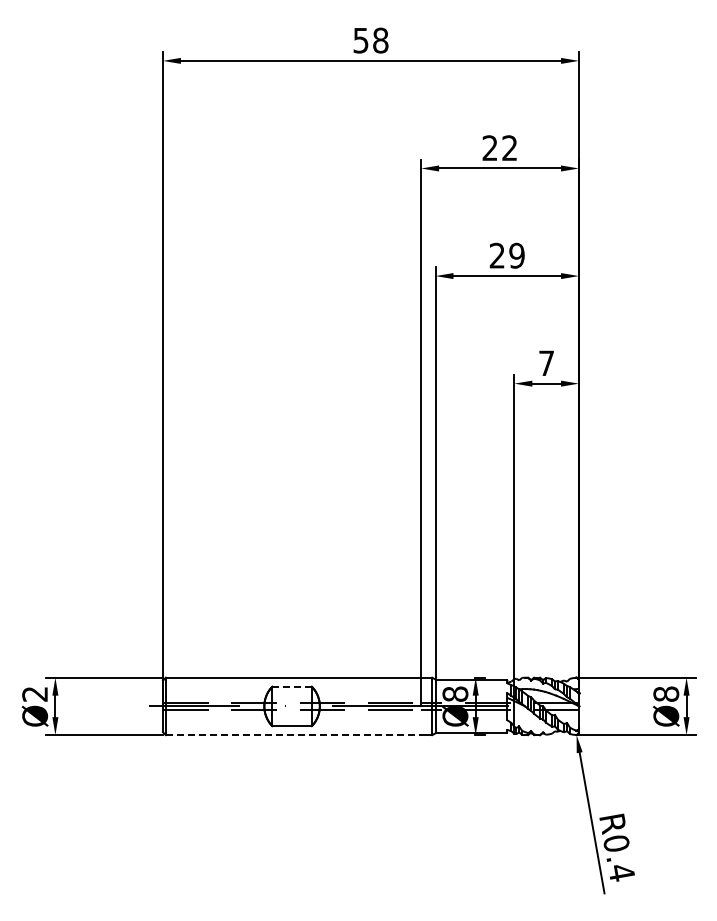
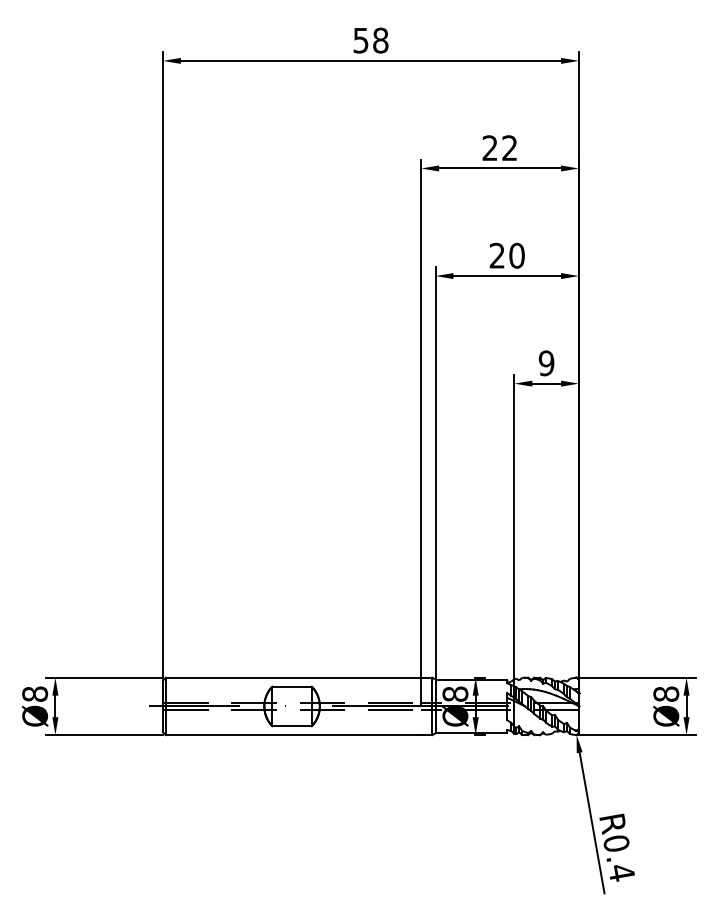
text at (516, 255): 29 -> 20
text at (546, 363): 7 -> 9
line at (292, 686): dashed -> solid
text at (35, 693): Ø2 -> Ø8
line at (293, 735): dashed -> solid
